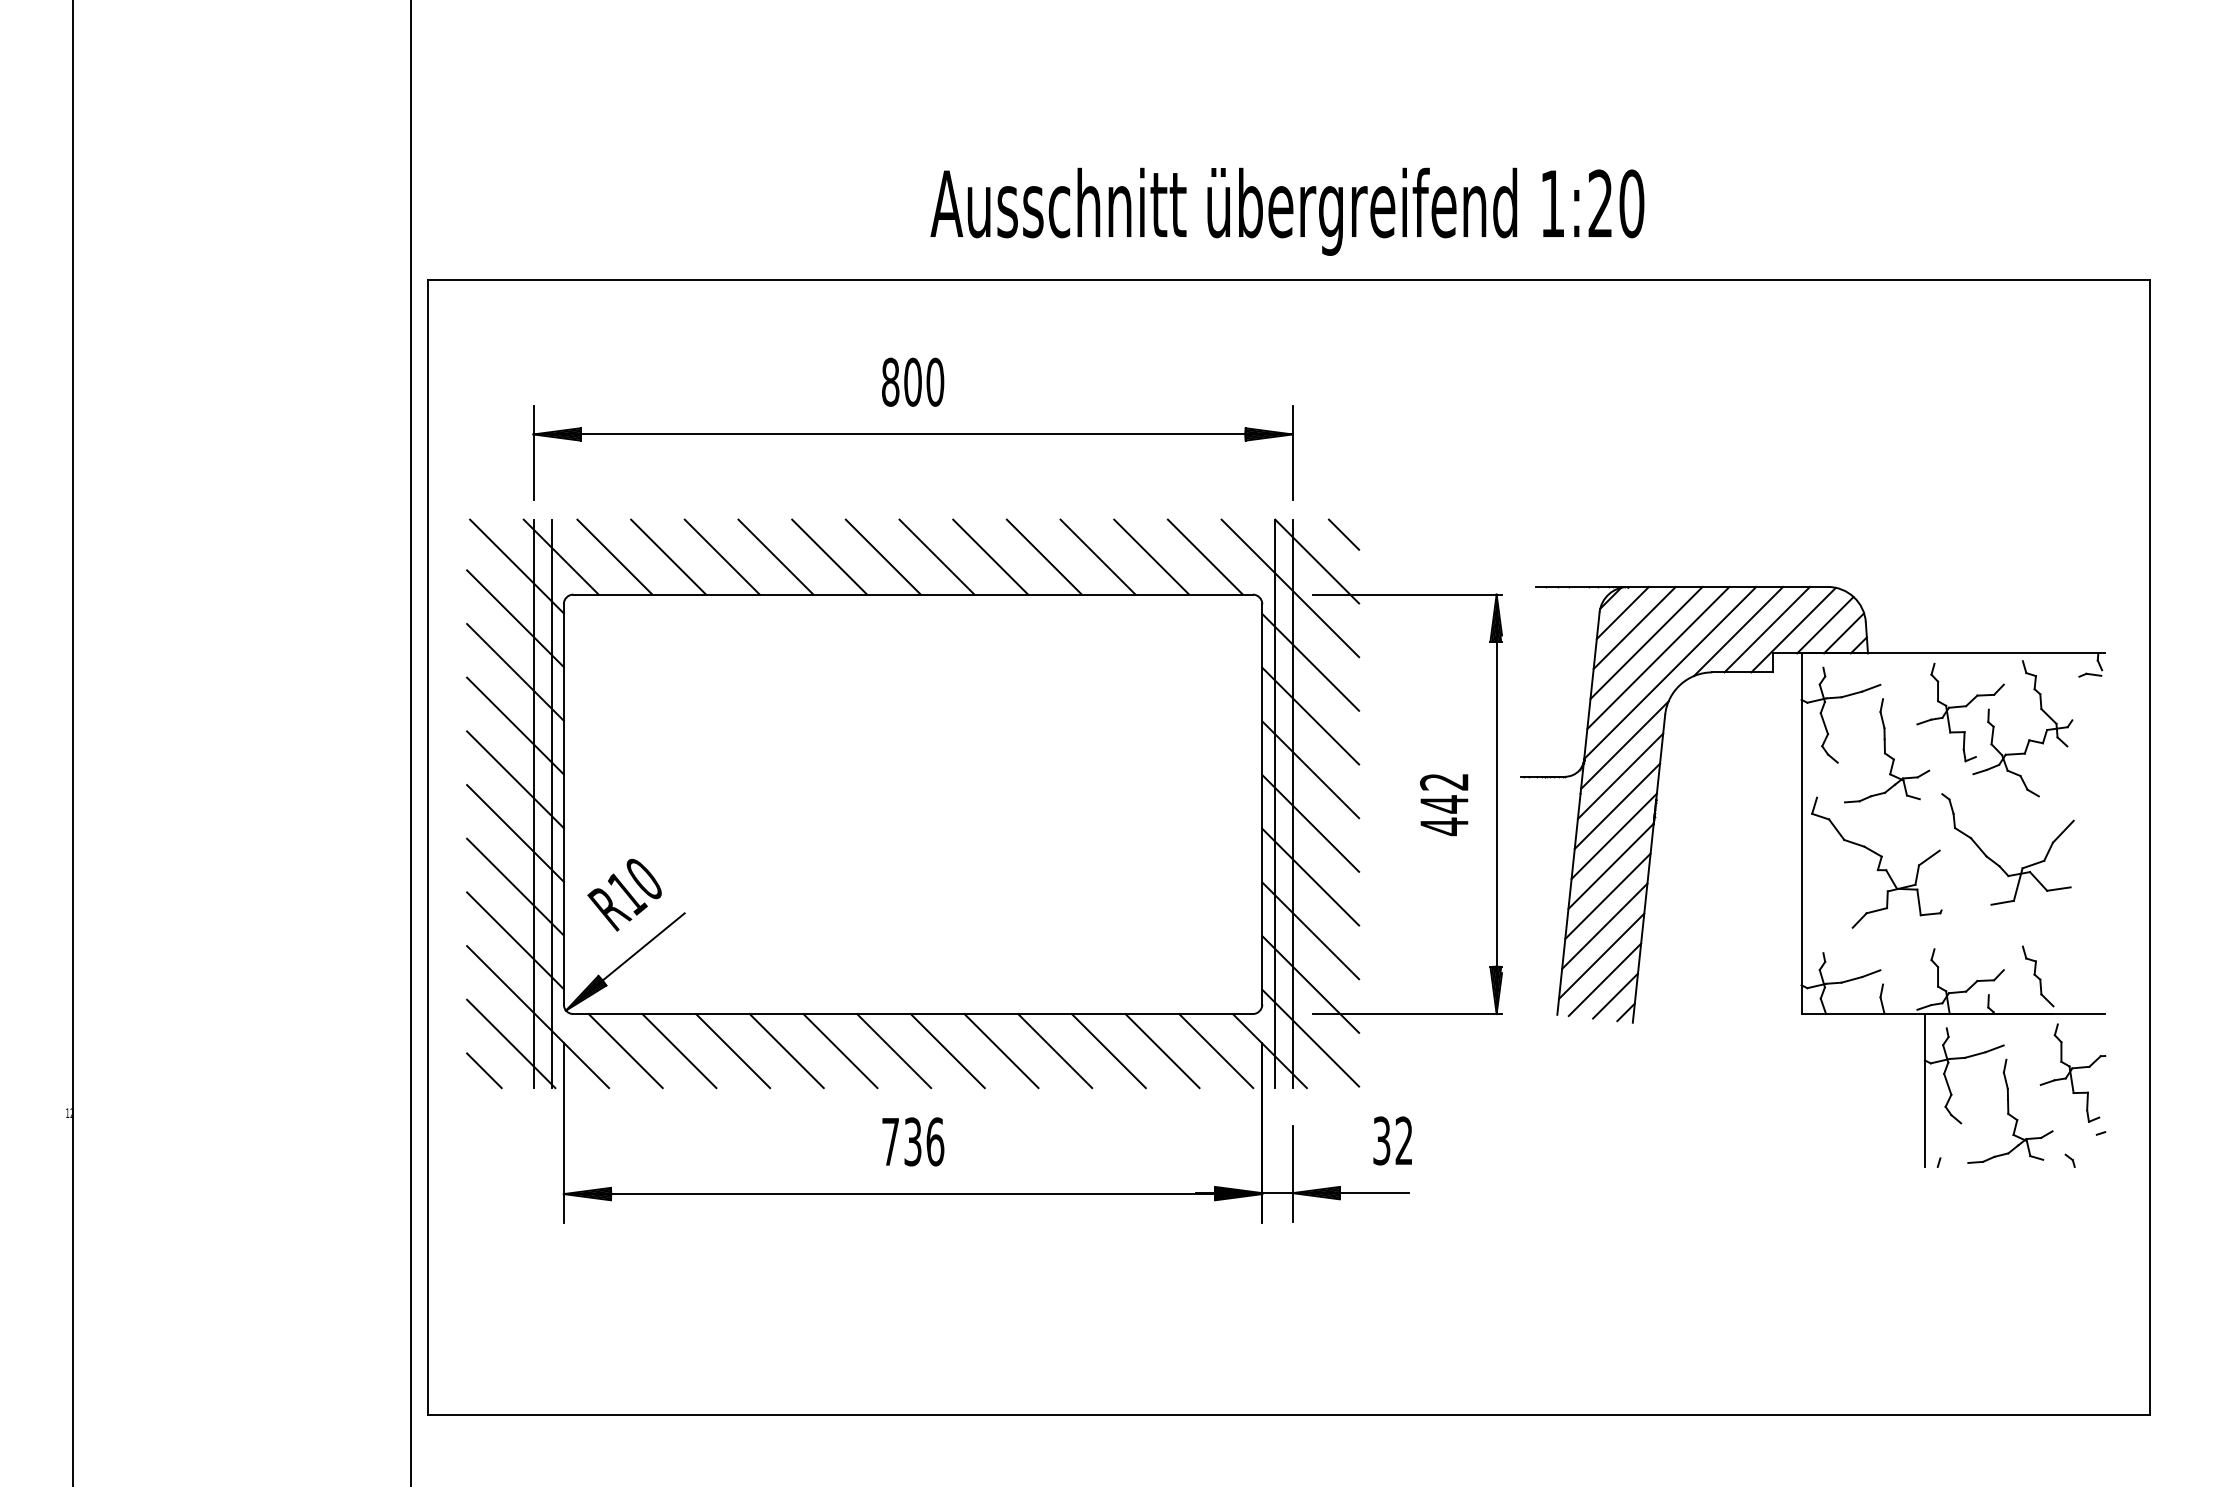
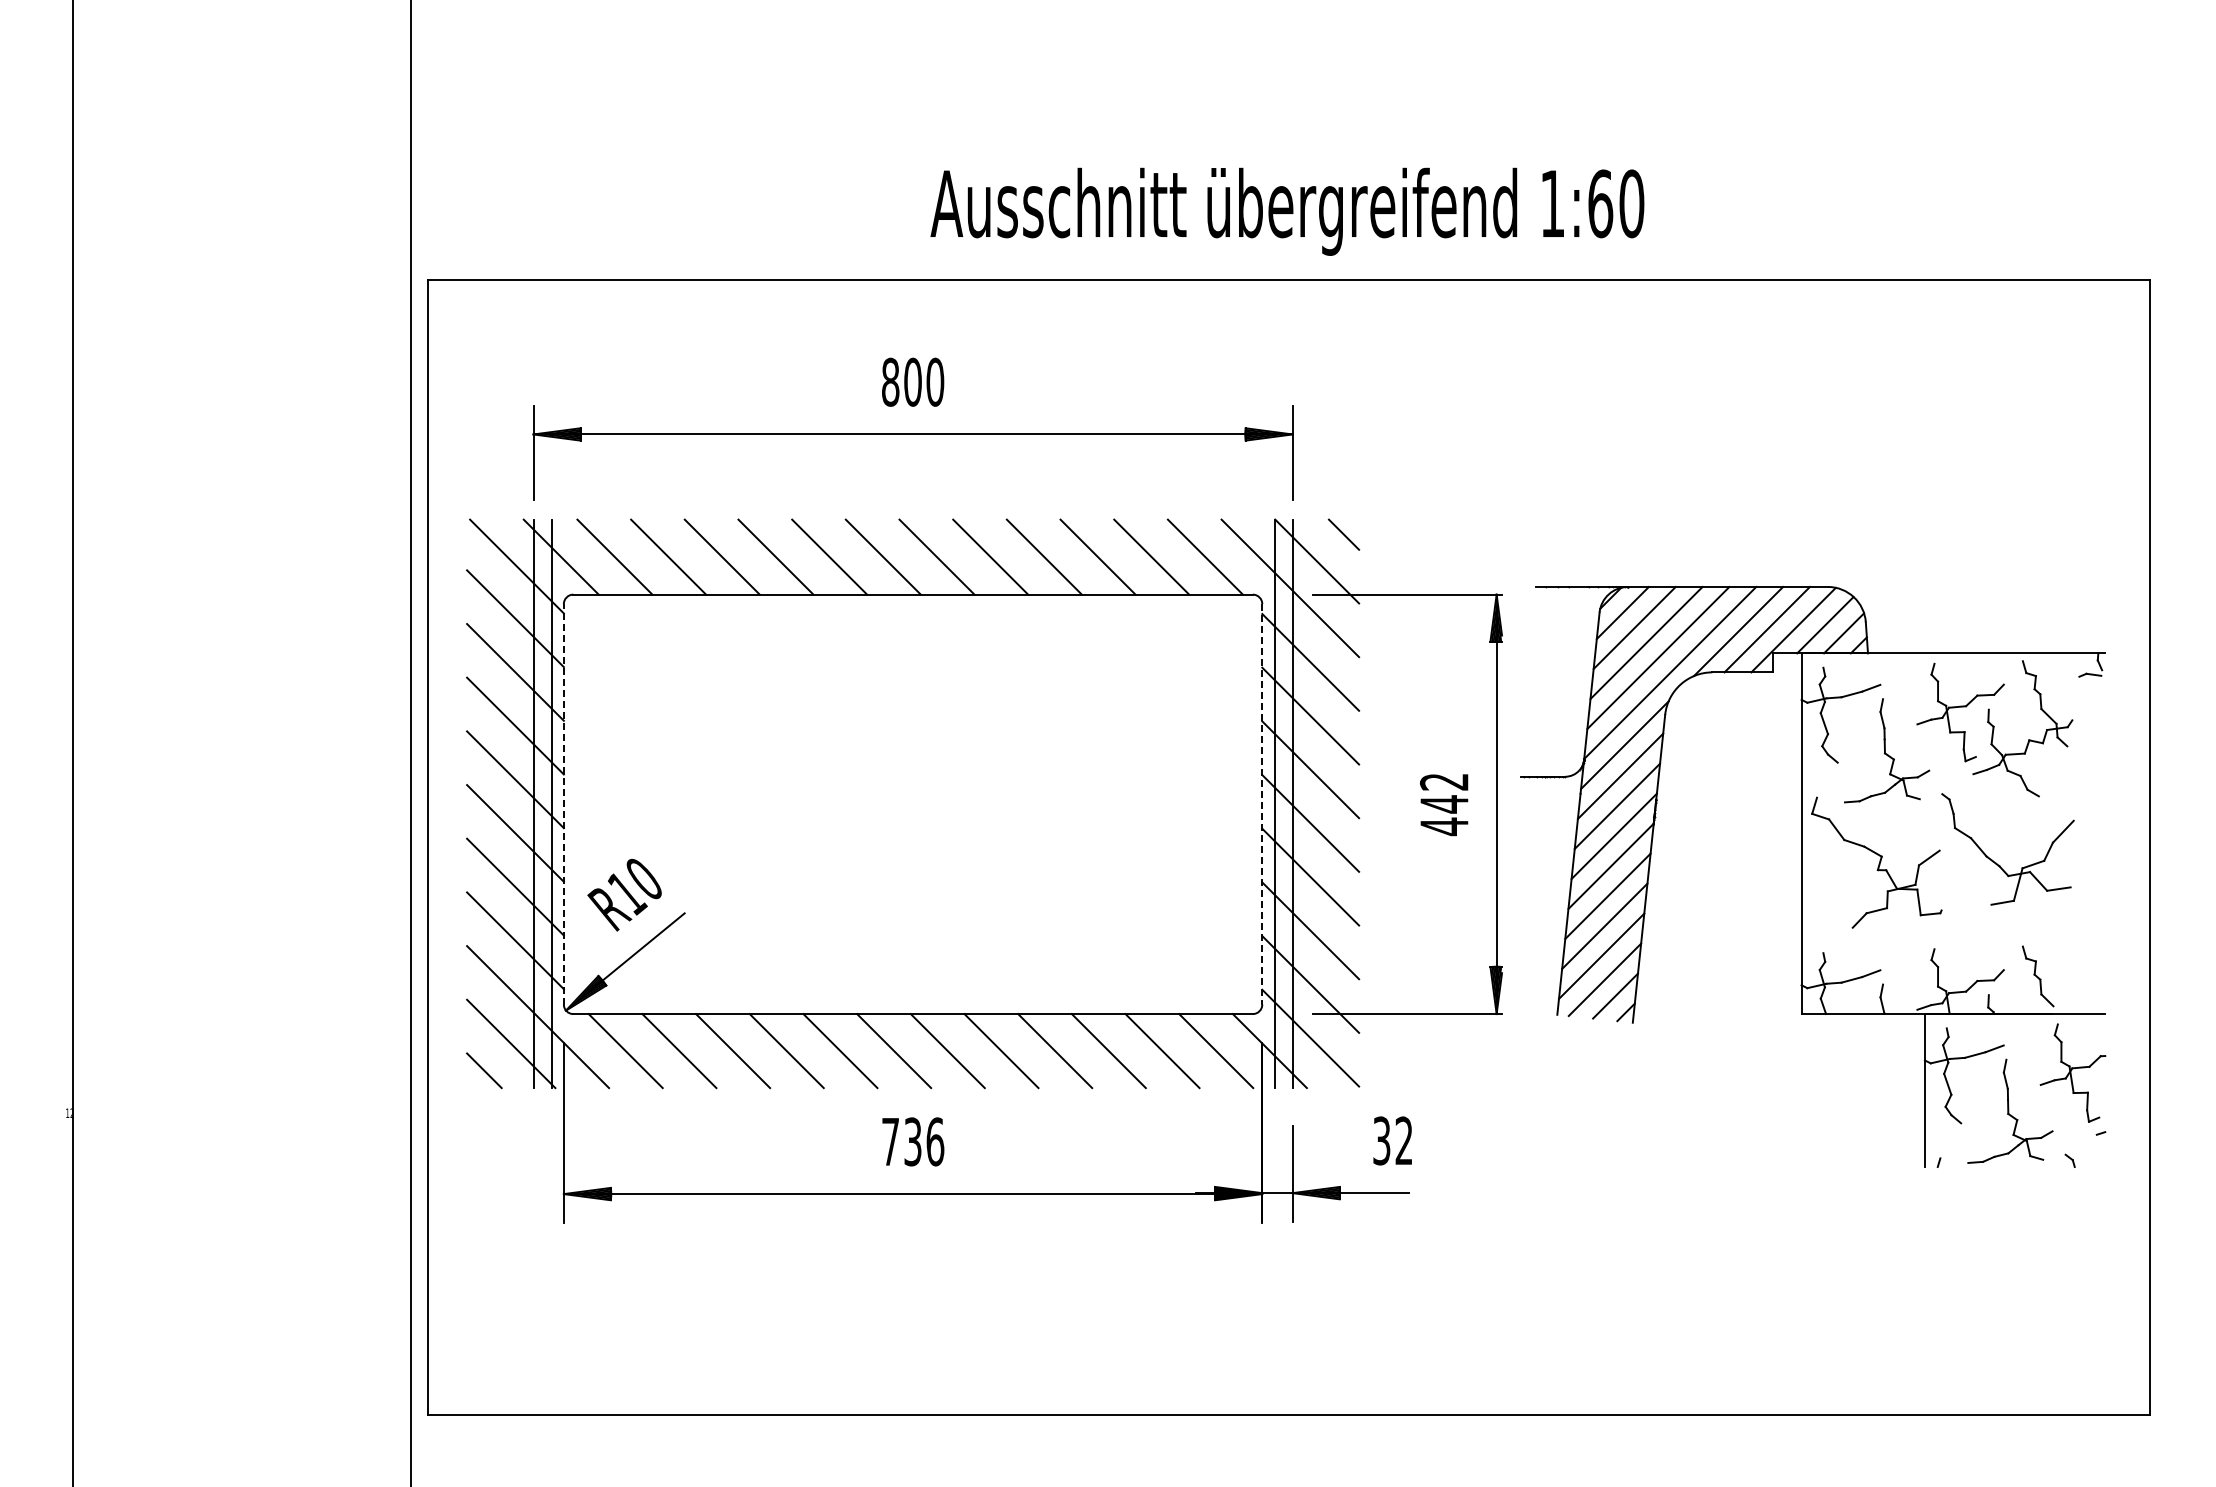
text at (1600, 203): 1:20 -> 1:60
line at (563, 803): solid -> dashed
line at (1262, 804): solid -> dashed
